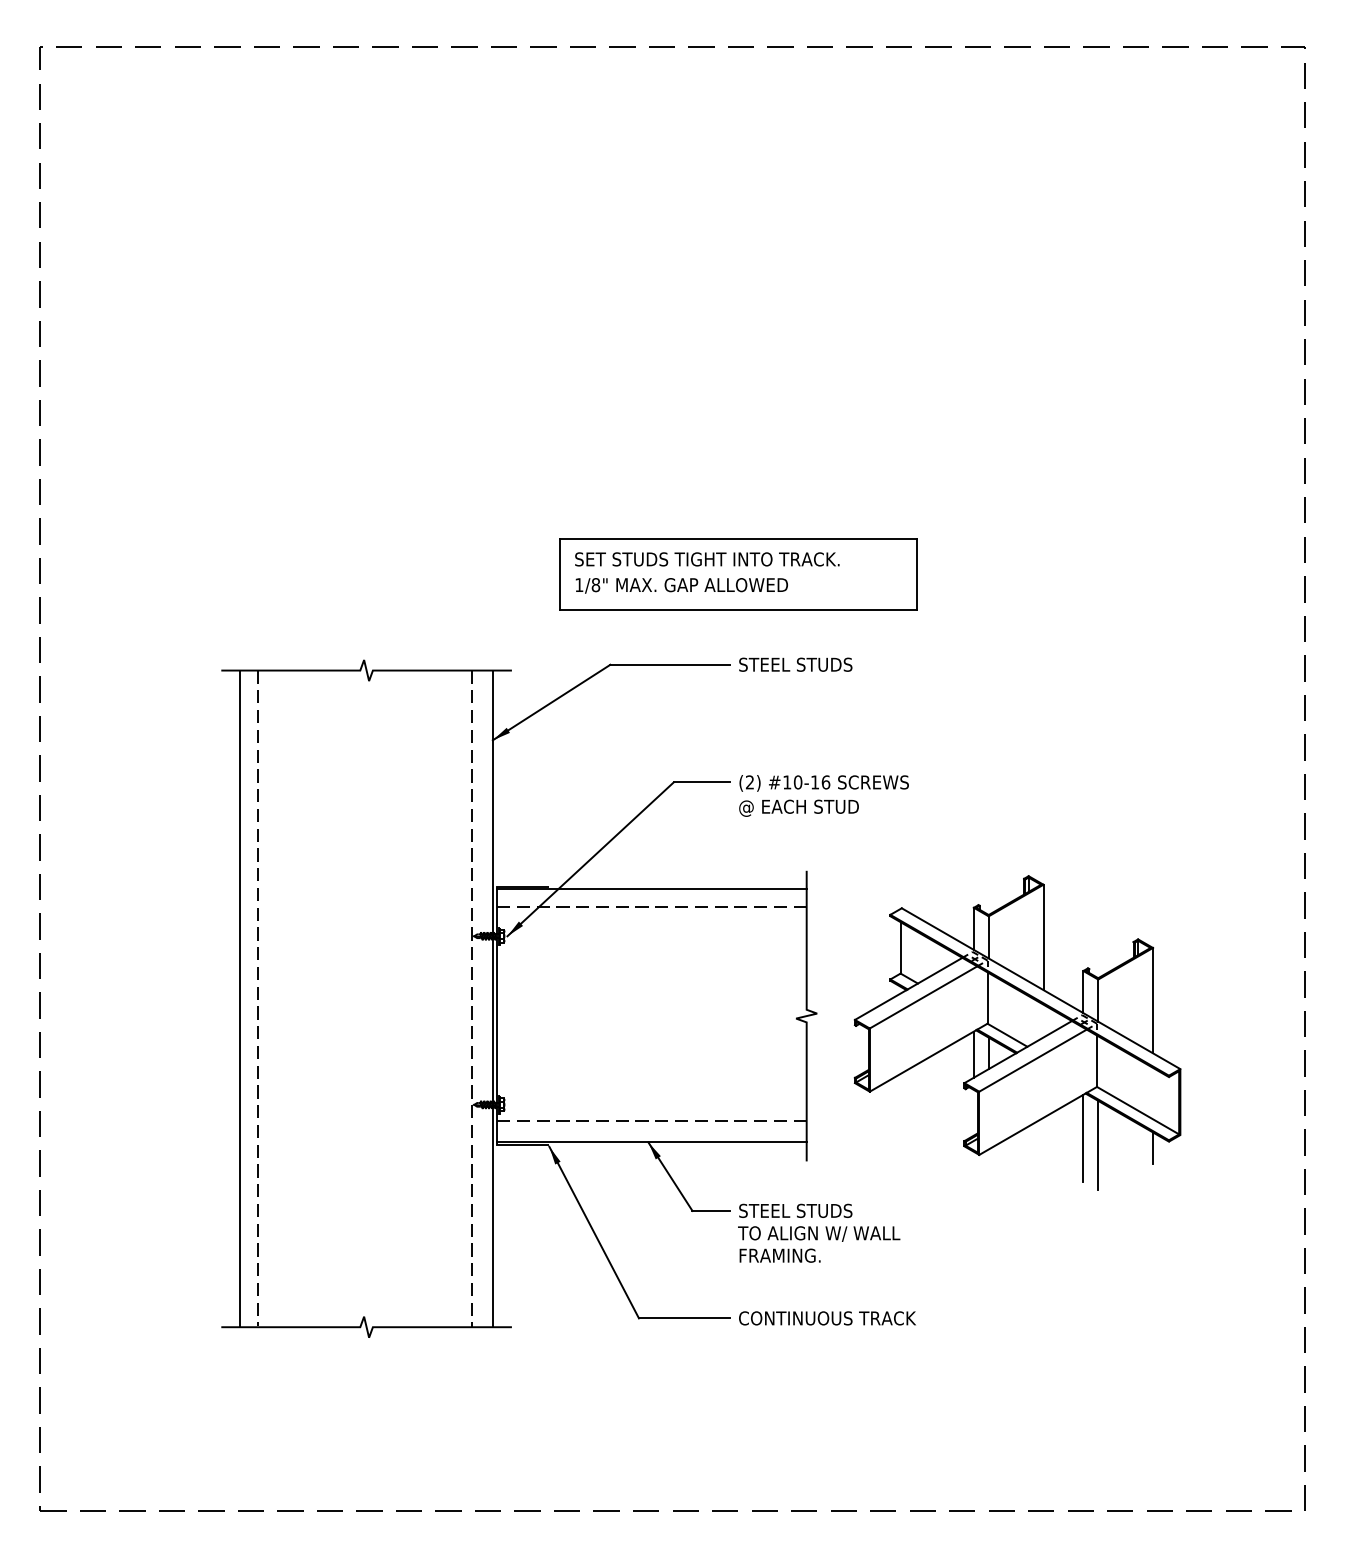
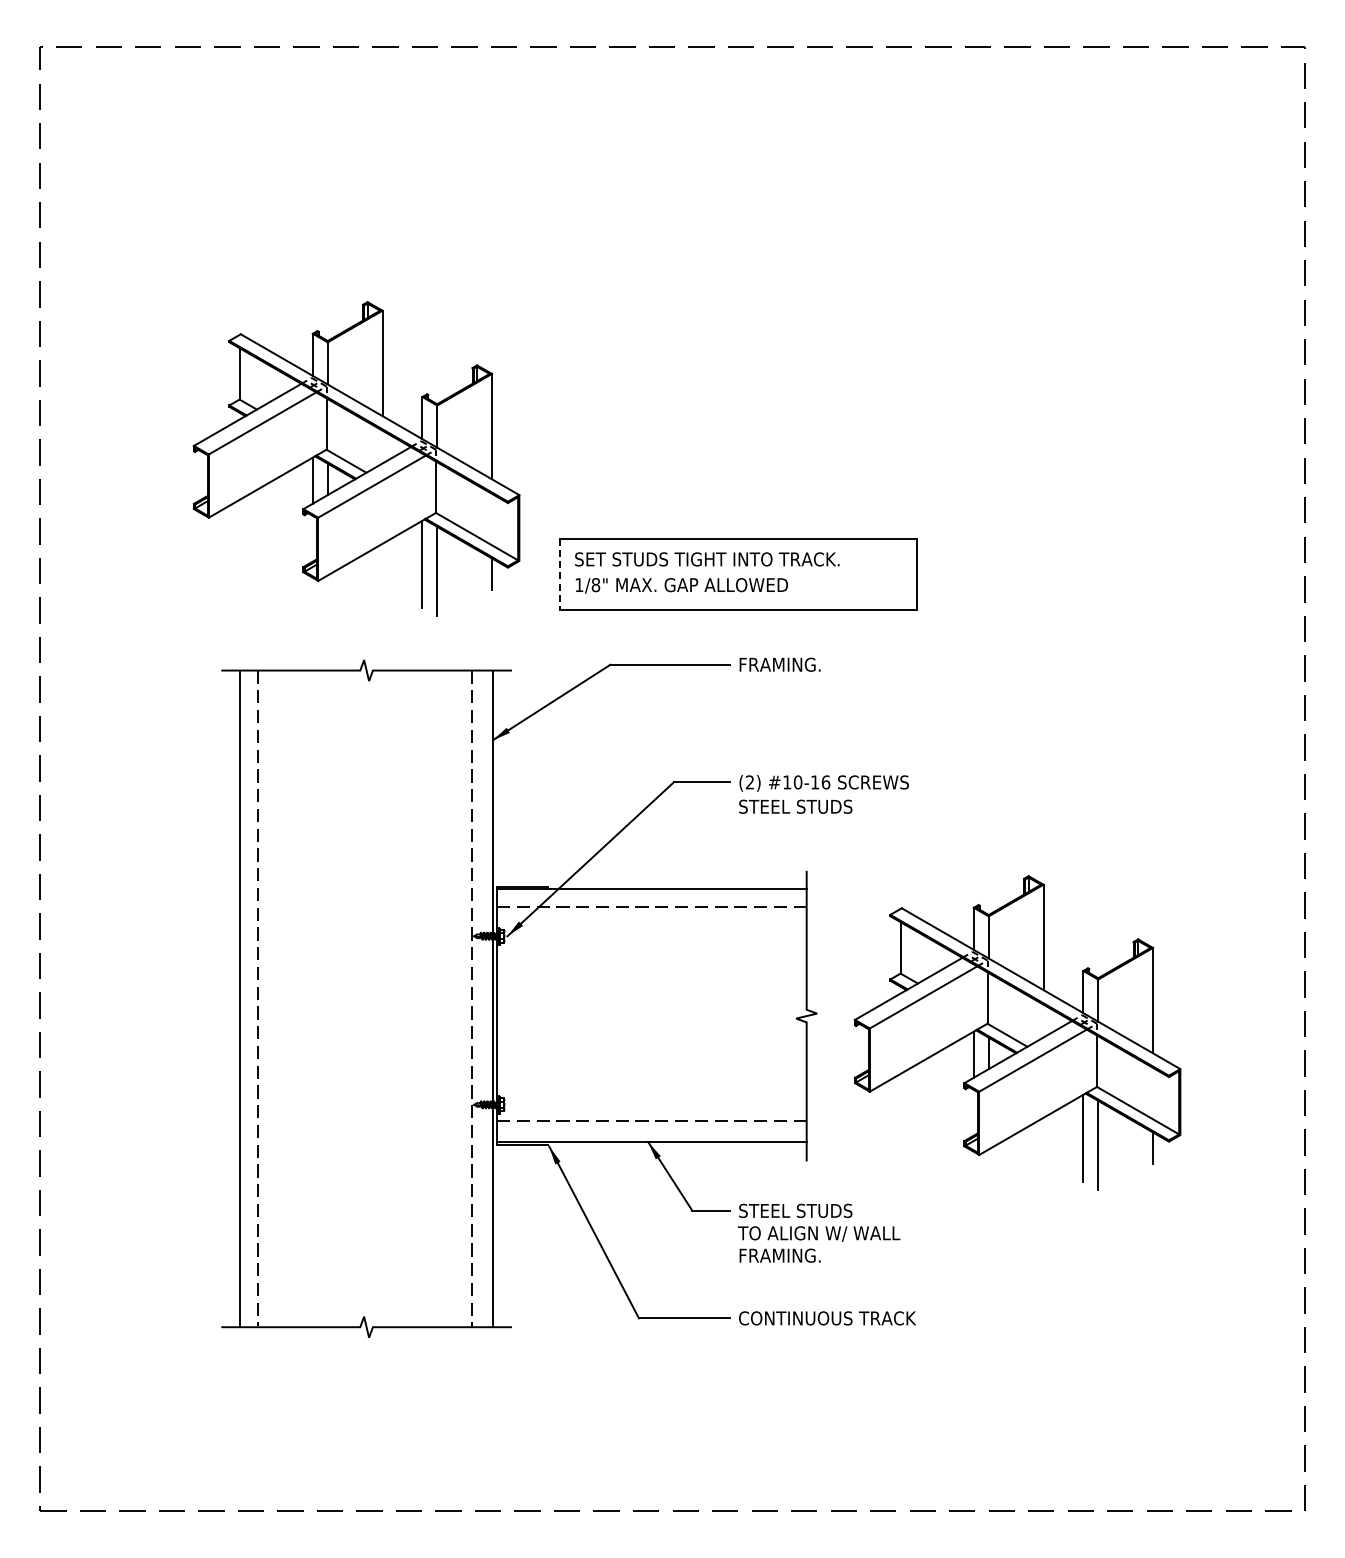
part at (356, 458): none -> present
line at (559, 574): solid -> dashed
text at (795, 664): STEEL STUDS -> FRAMING.
text at (798, 807): @ EACH STUD -> STEEL STUDS
